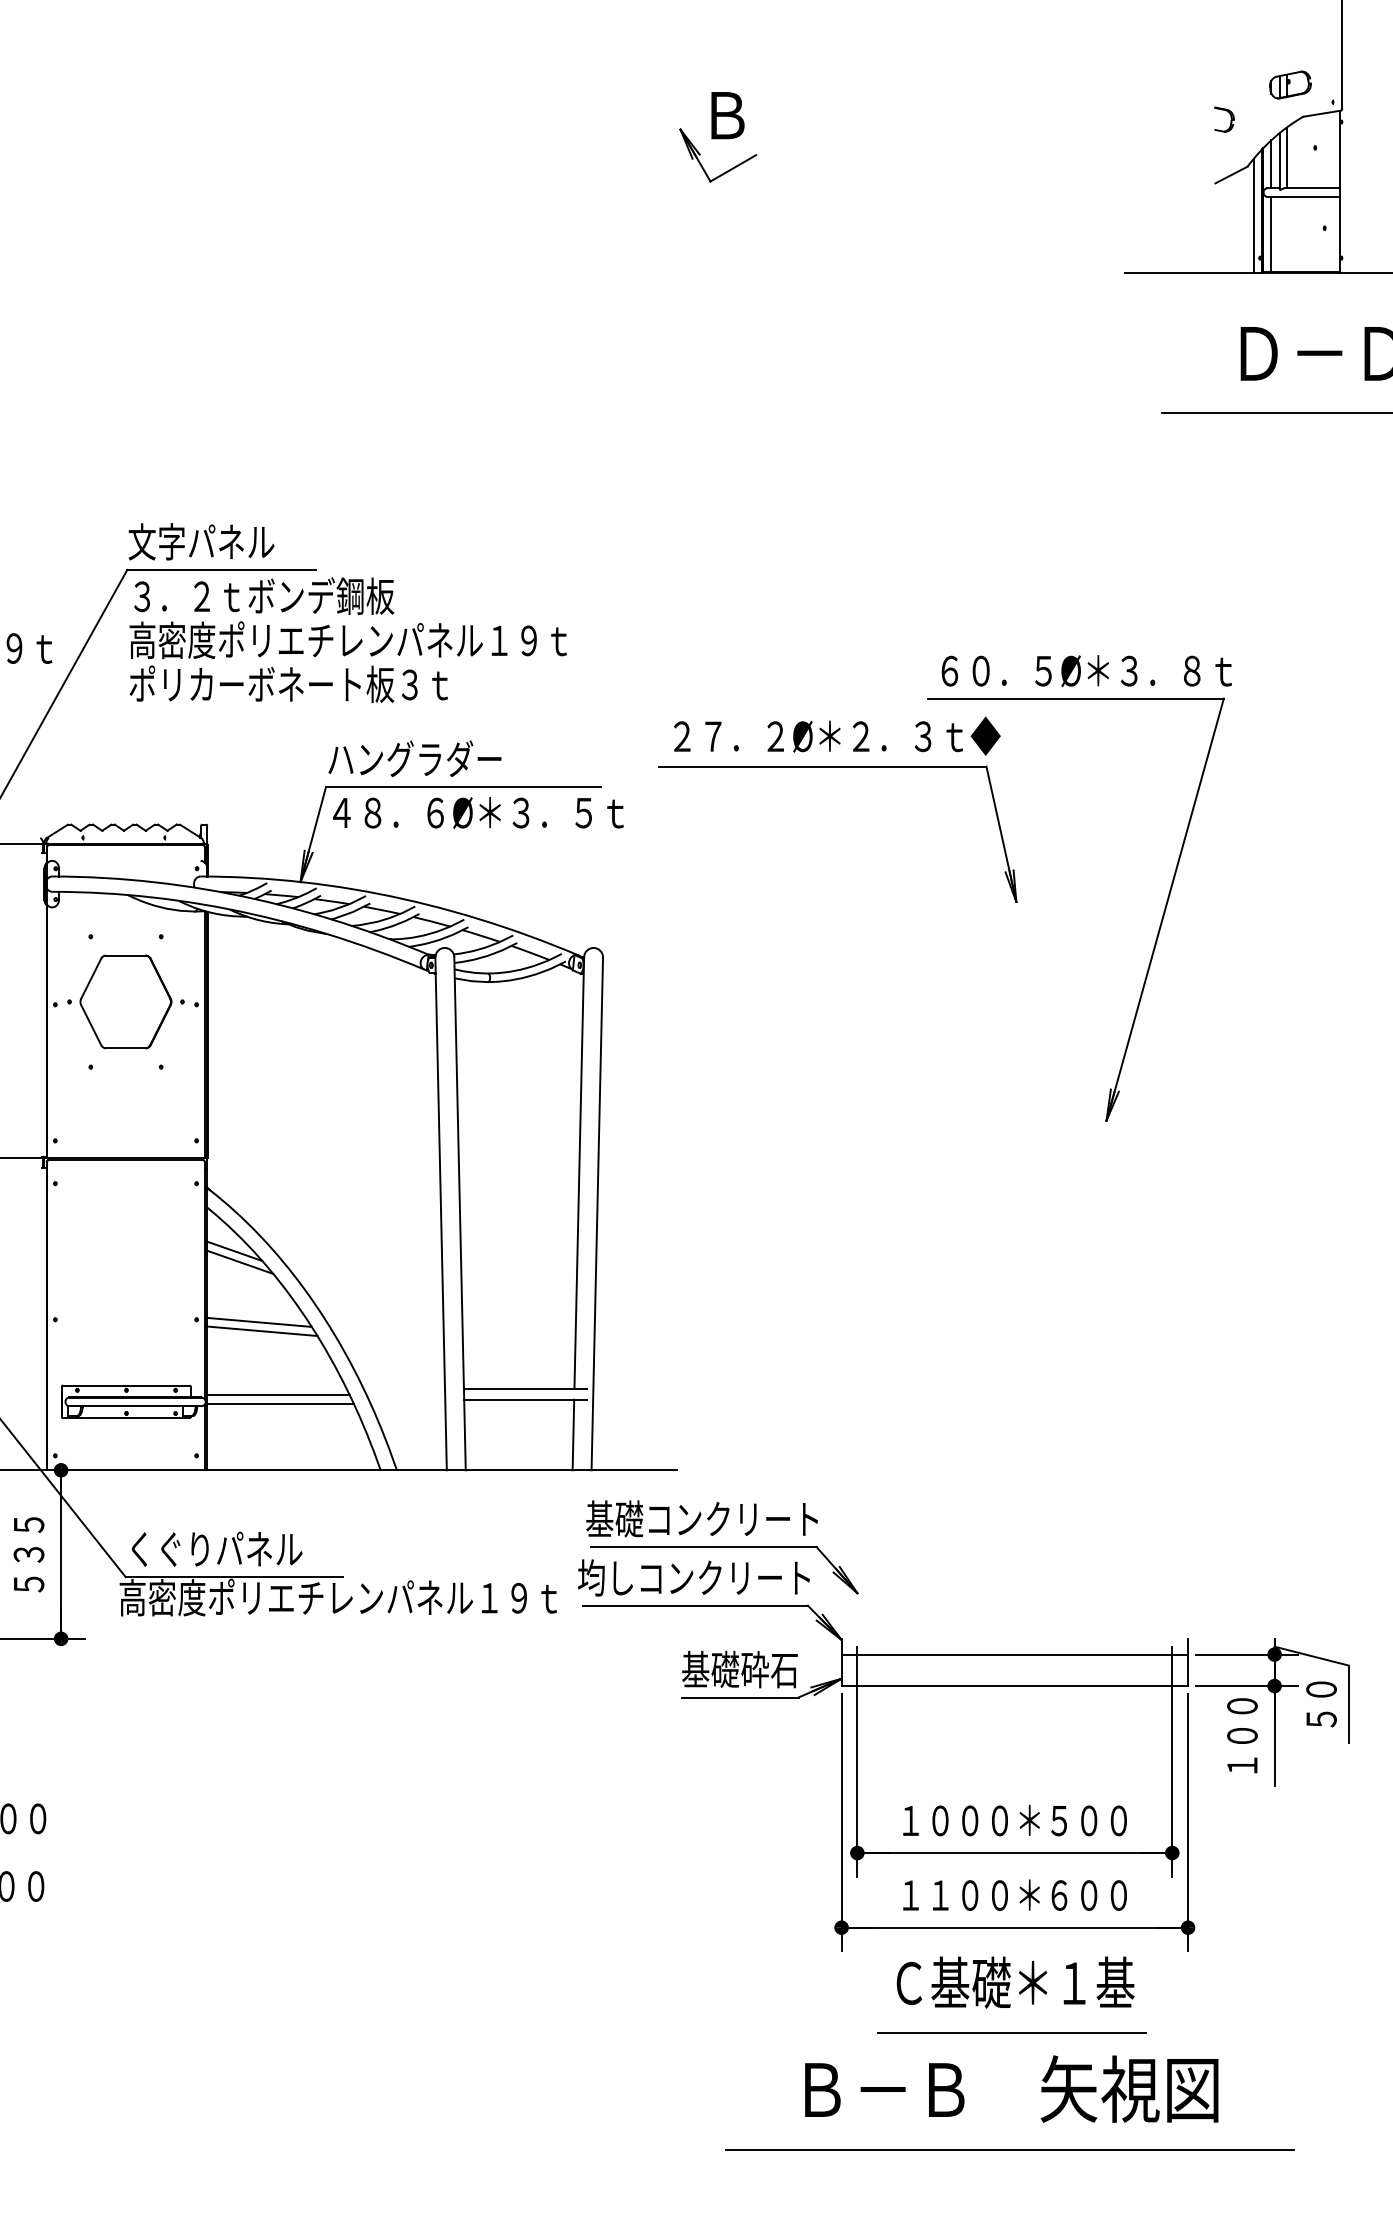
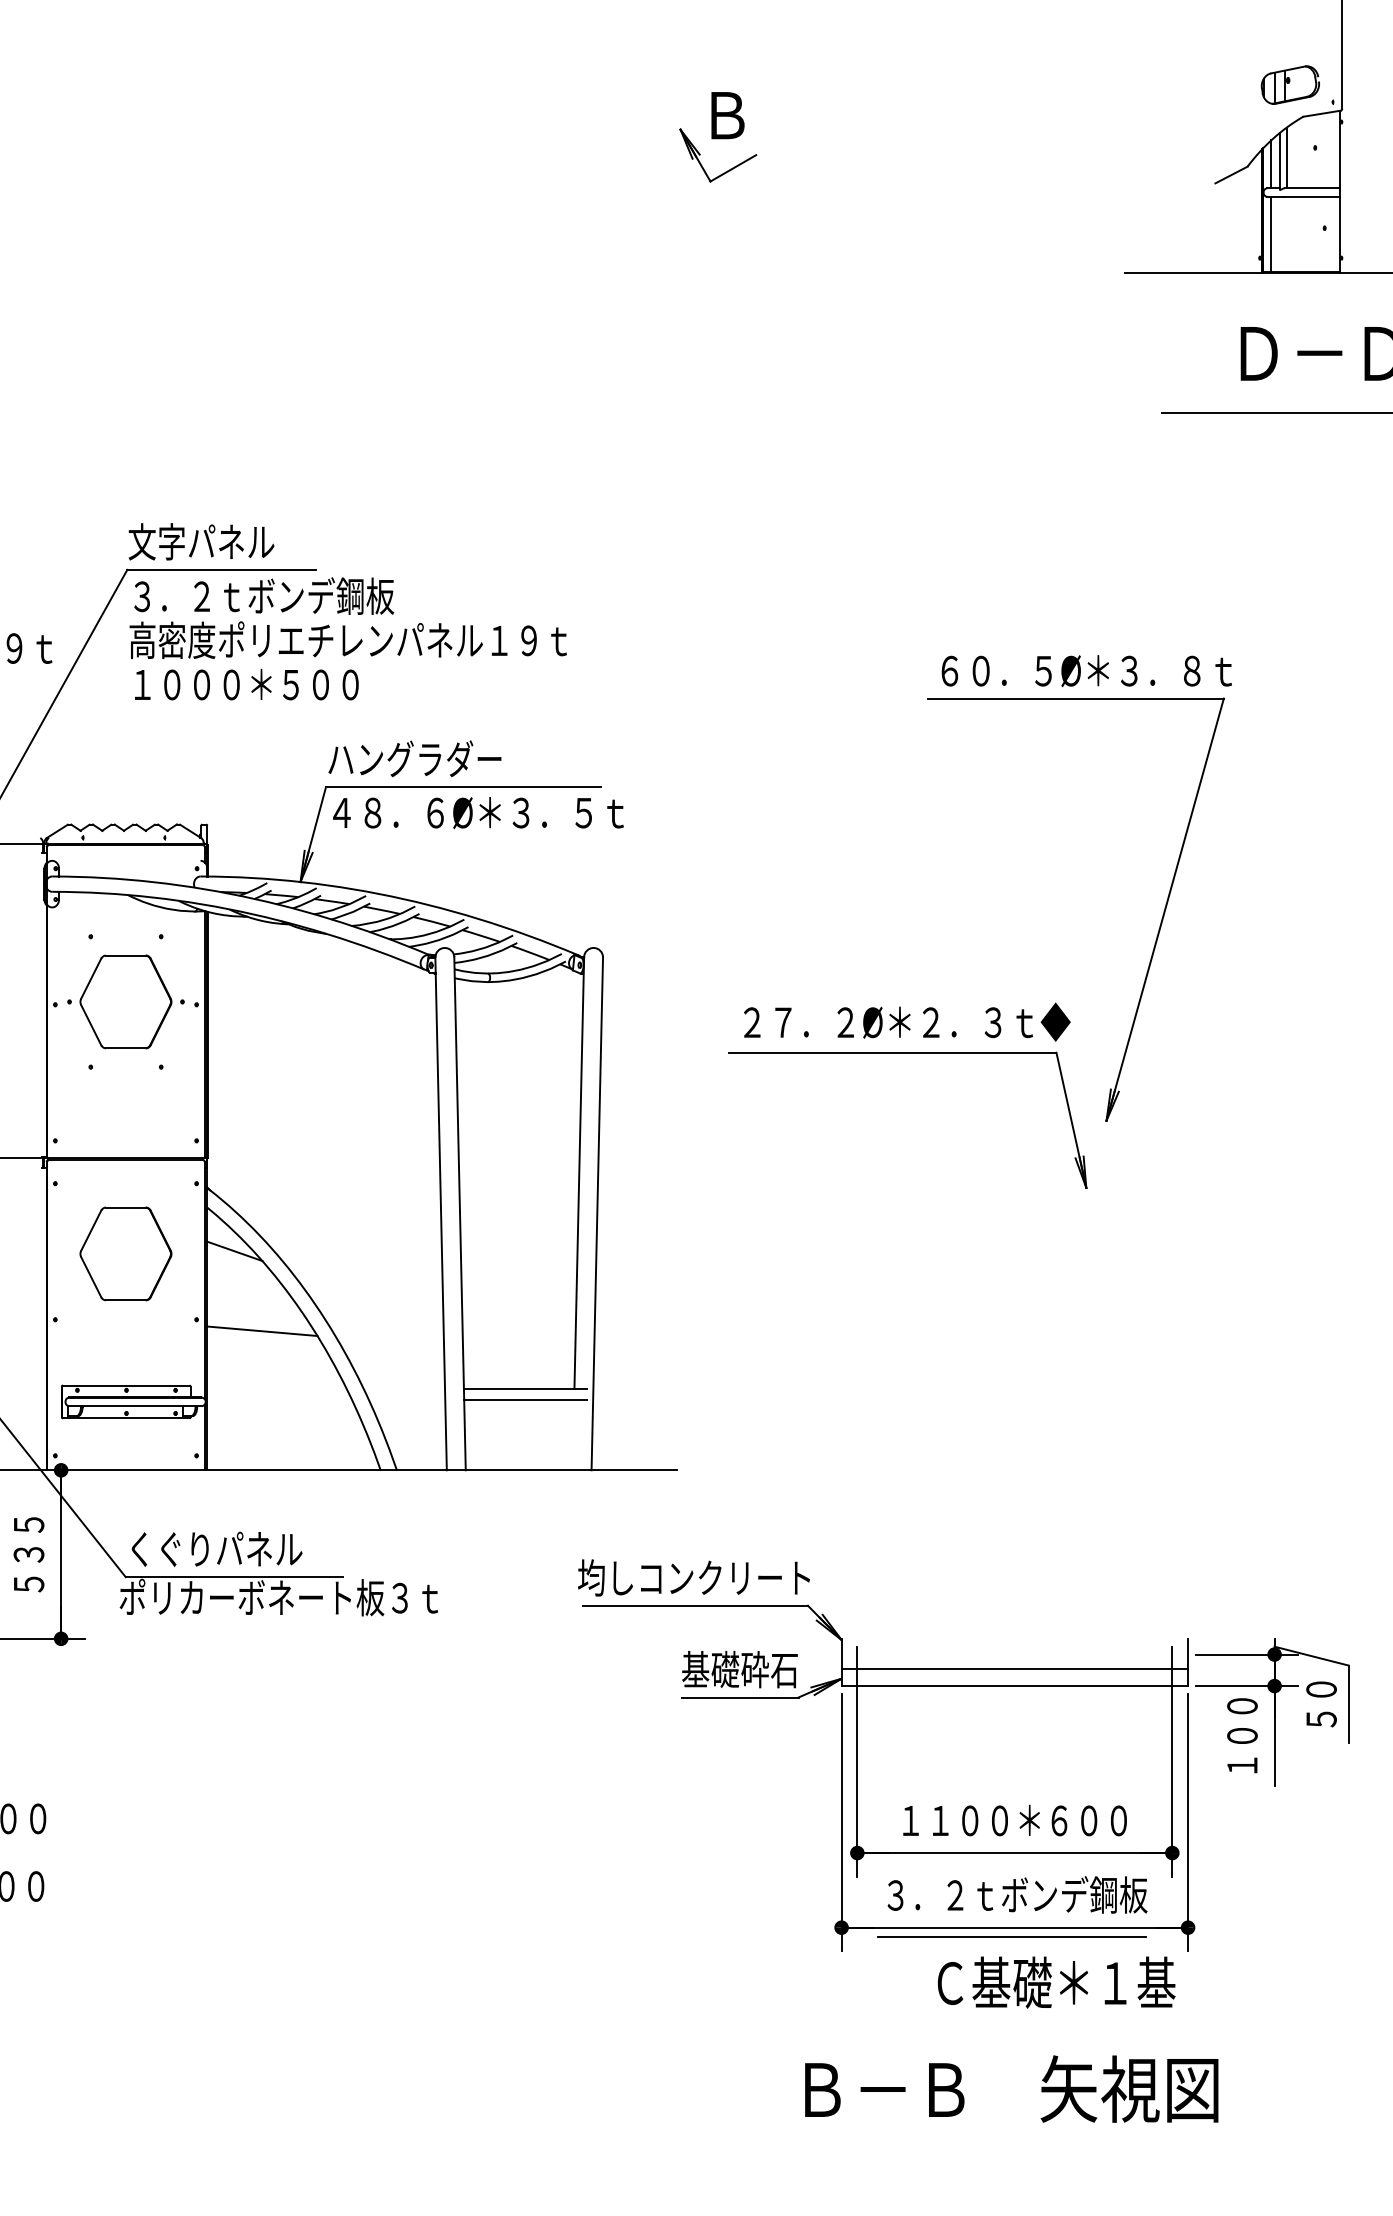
part at (1290, 84) size: 43x30 px -> 60x40 px
part at (1230, 118): present -> none
line at (1253, 215): present -> none
text at (288, 684): ポリカーボネート板３ｔ -> １０００＊５００
part at (837, 767) position: (837, 767) -> (907, 1053)
part at (125, 1253): none -> present
line at (240, 1261): present -> none
line at (259, 1321): present -> none
line at (278, 1395): present -> none
line at (280, 1403): present -> none
line at (573, 1434): present -> none
part at (722, 1547): present -> none
text at (337, 1597): 高密度ポリエチレンパネル１９ｔ -> ポリカーボネート板３ｔ
line at (1014, 1654) position: (1014, 1654) -> (1014, 1668)
text at (999, 1820): １０００＊５００ -> １１００＊６００
text at (1017, 1894): １１００＊６００ -> ３．２ｔボンデ鋼板
text at (1015, 1982) position: (1015, 1982) -> (1056, 1982)
line at (1011, 2032) position: (1011, 2032) -> (1011, 1936)
line at (1009, 2149): present -> none
